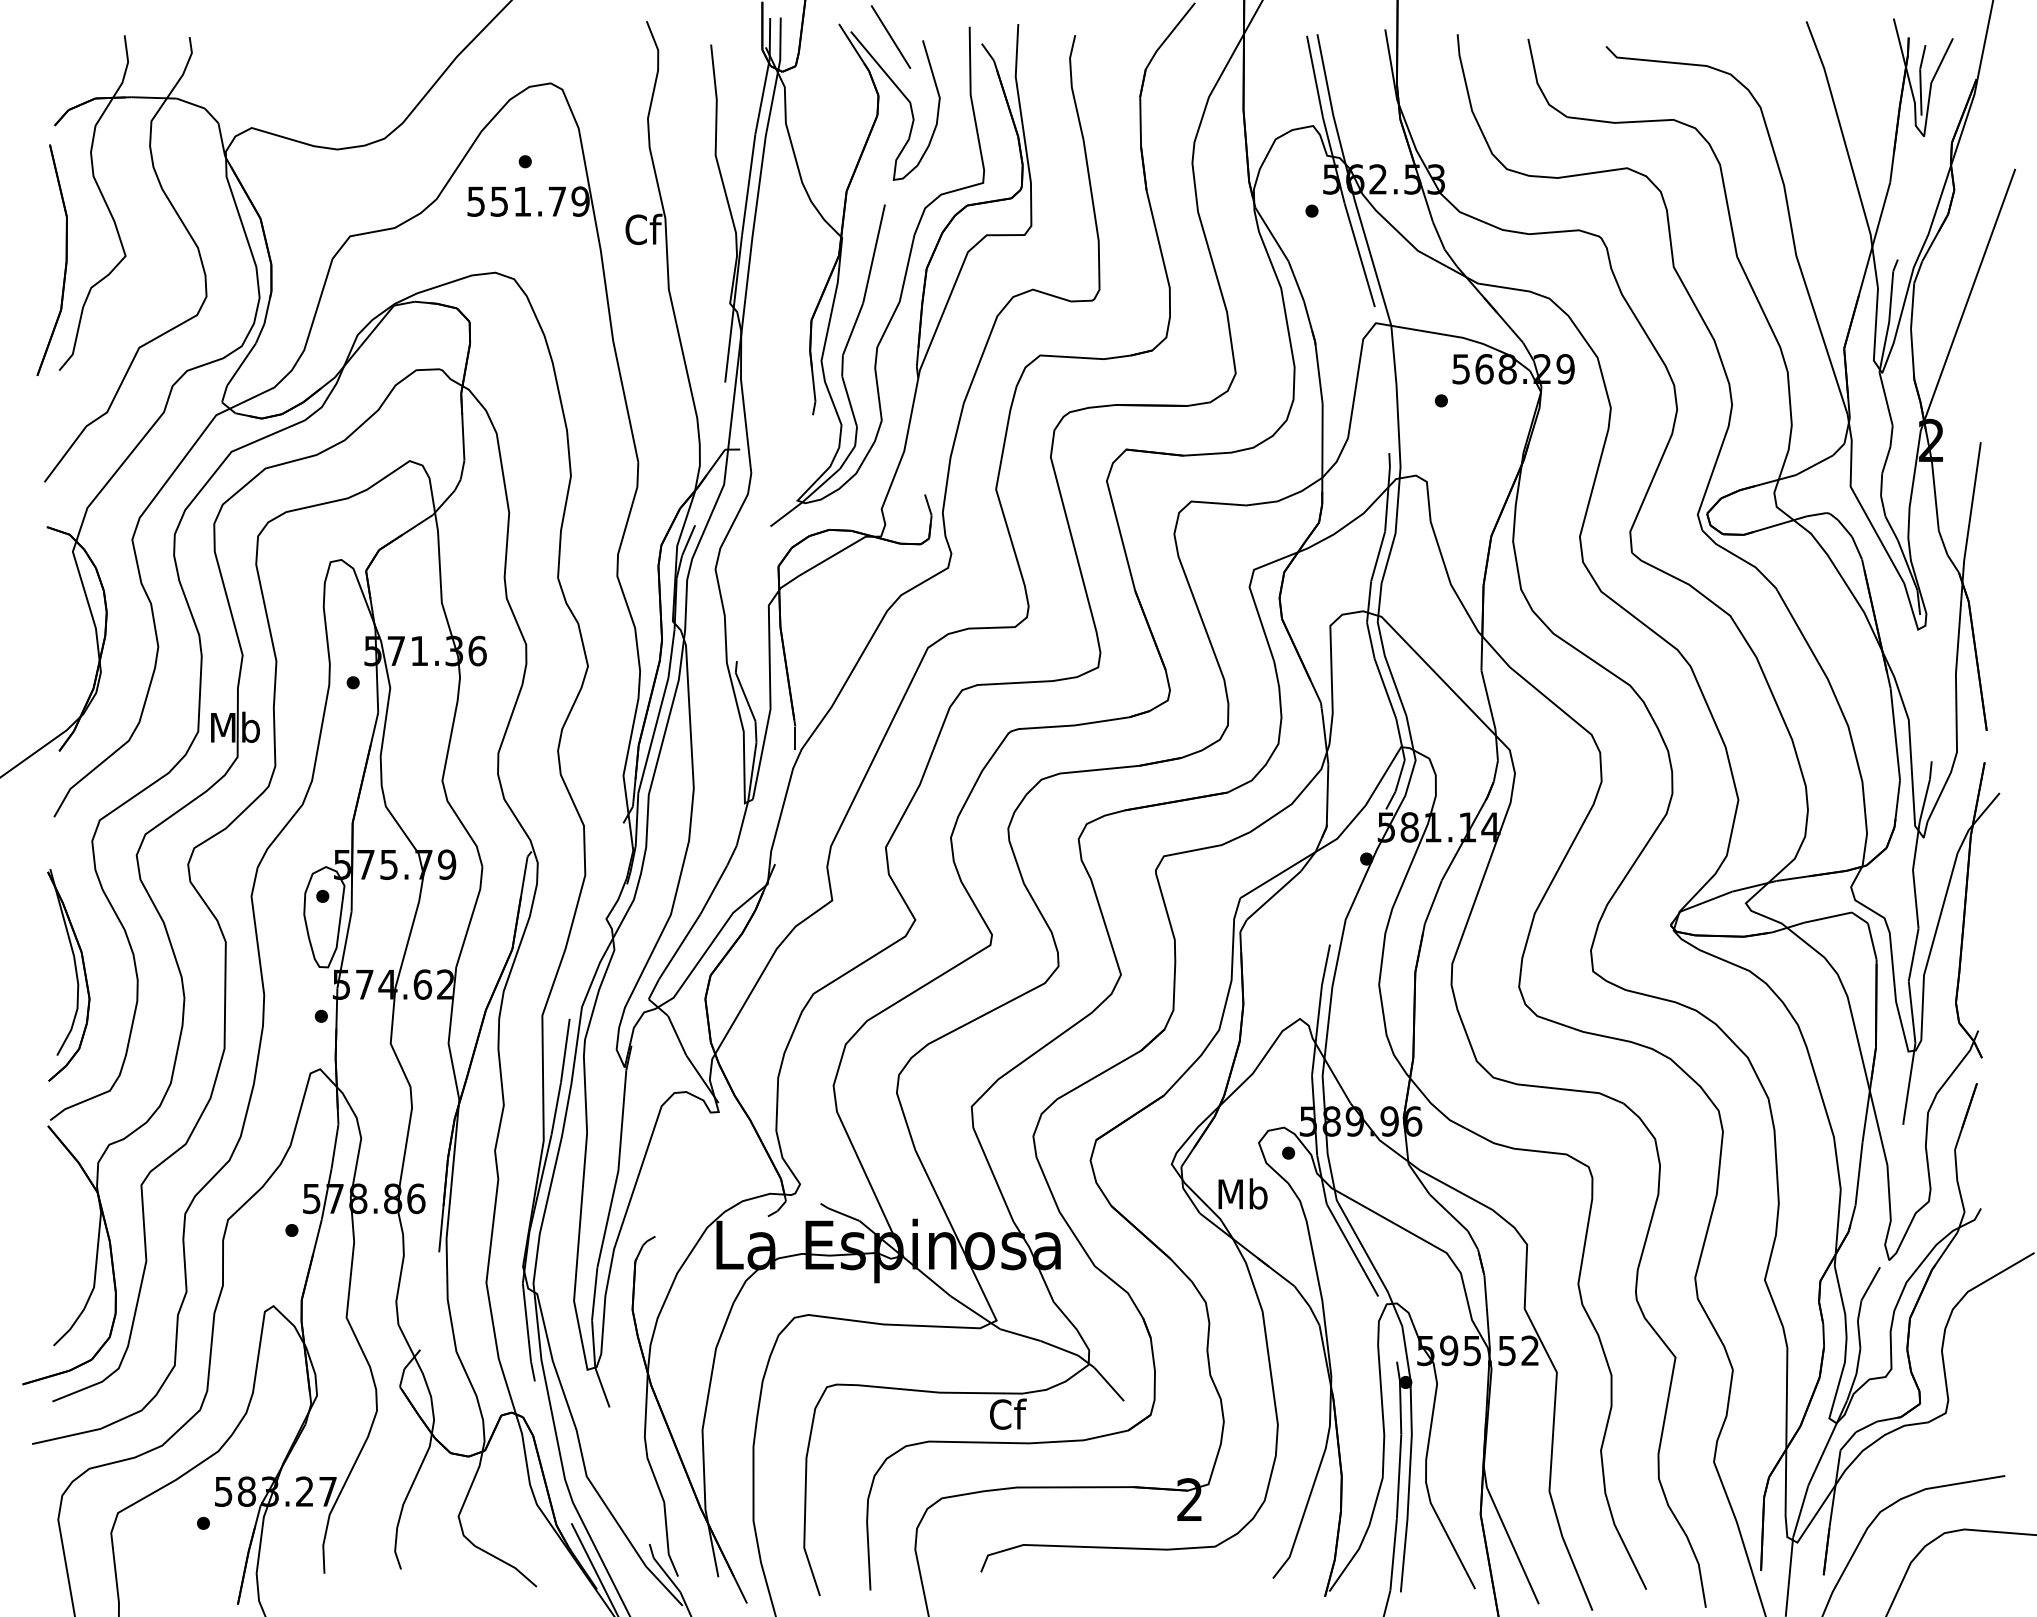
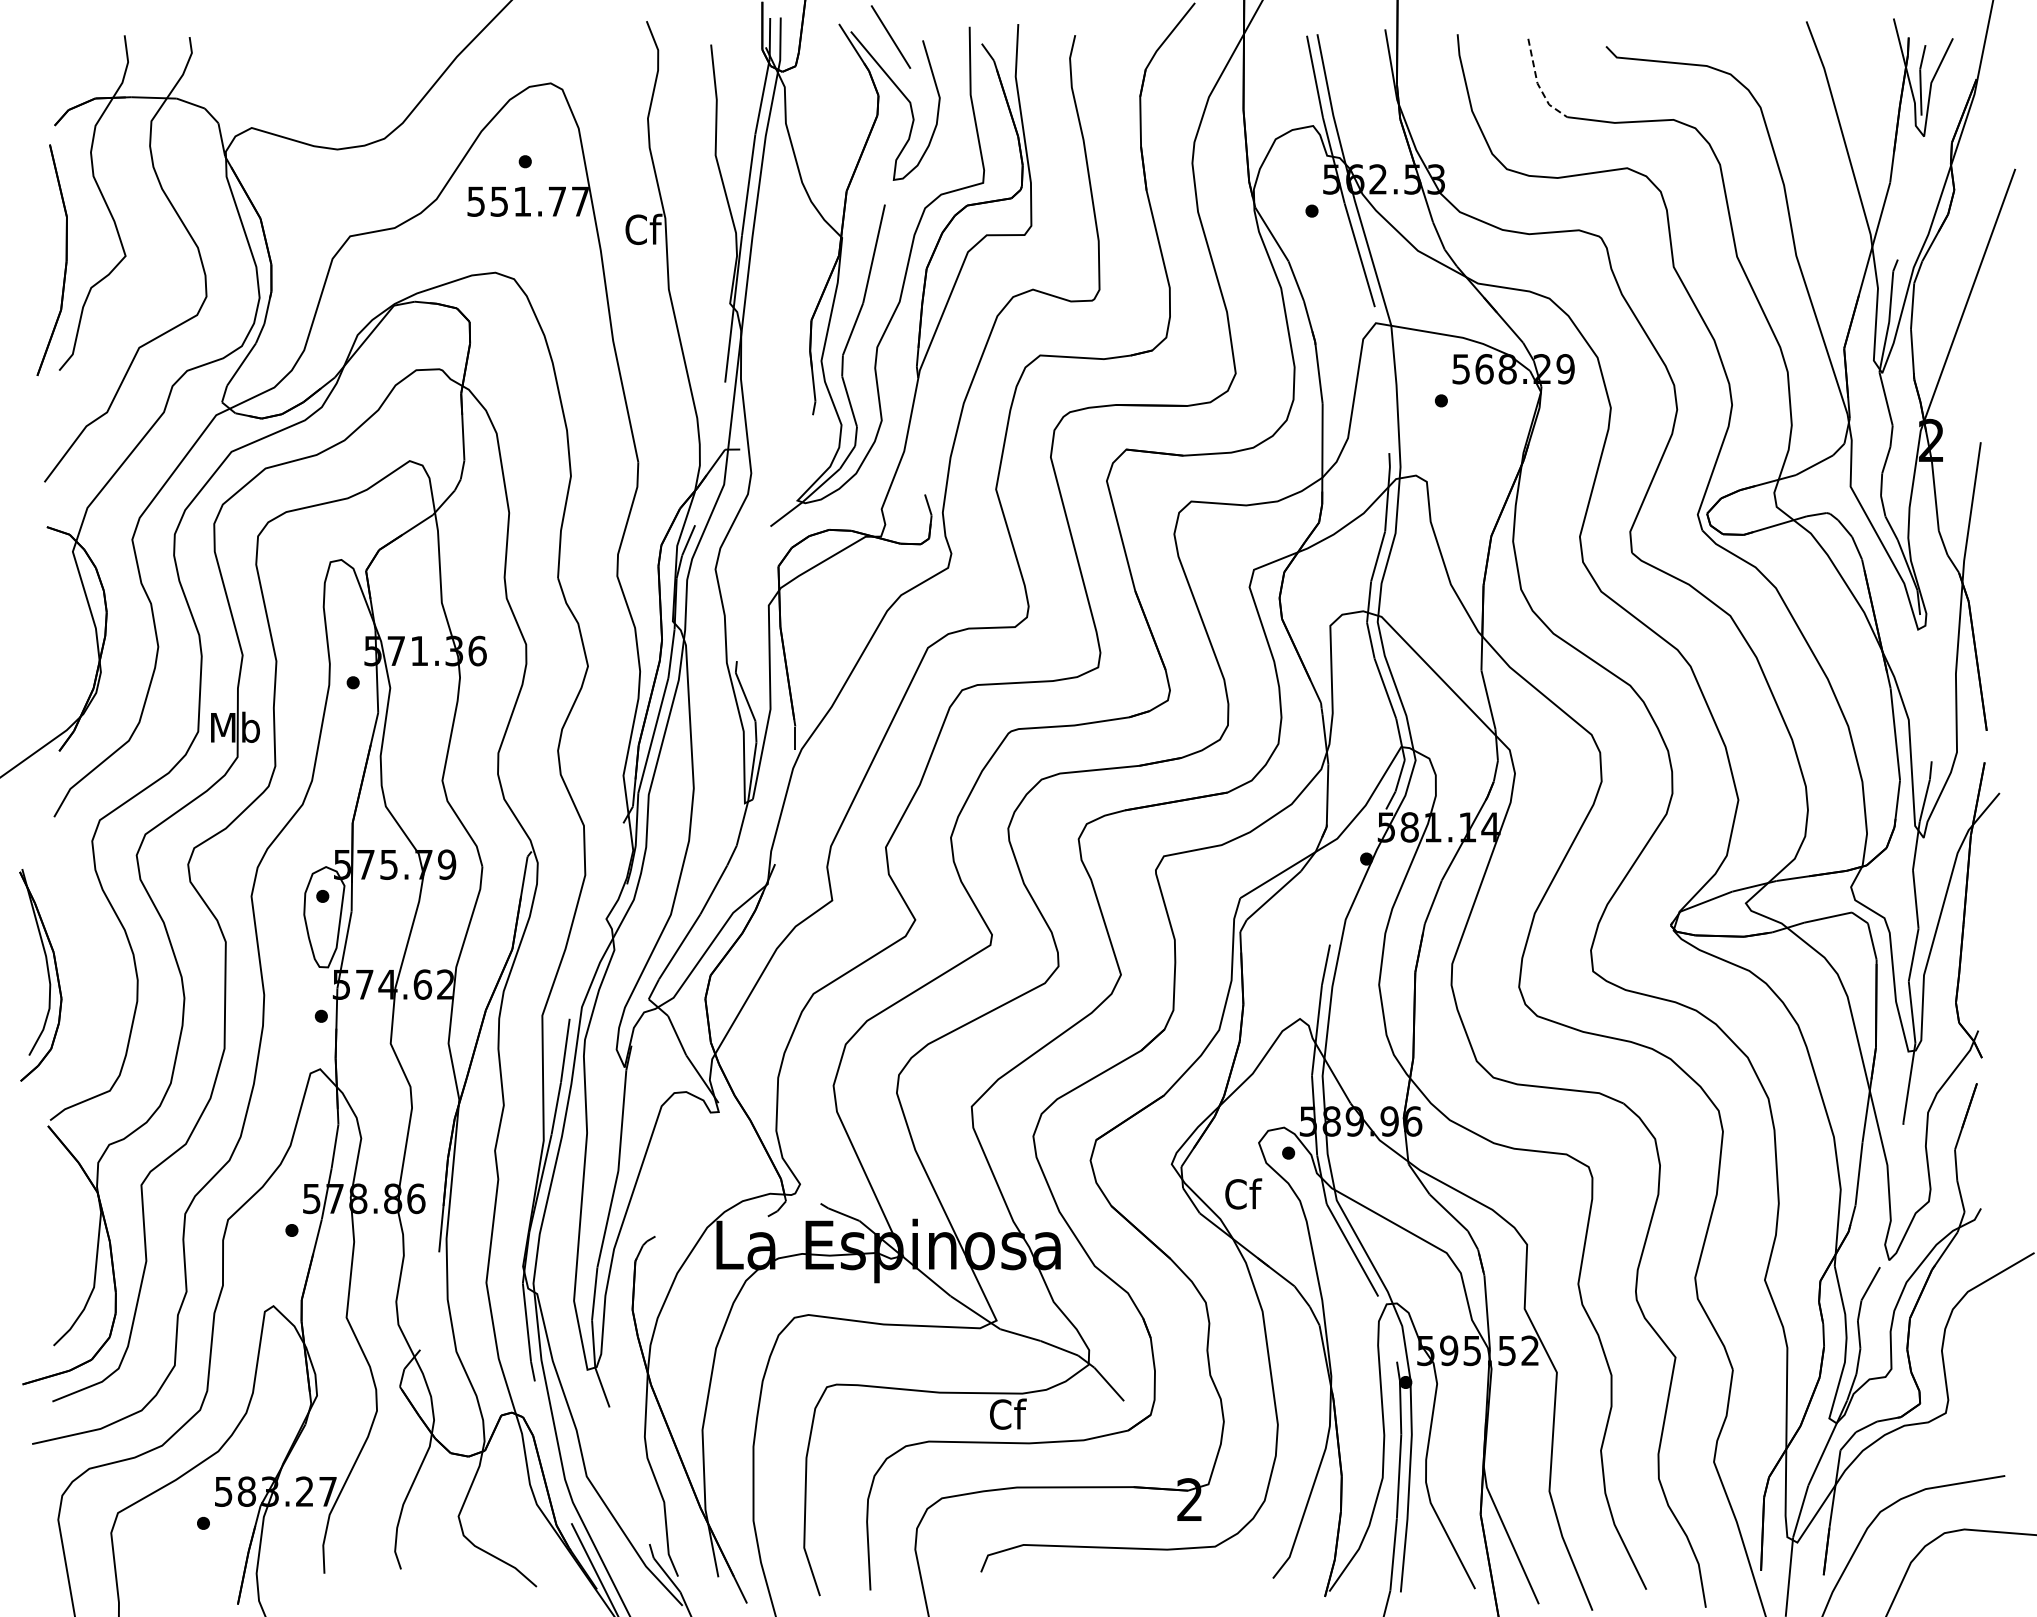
line at (1537, 84): solid -> dashed
text at (580, 201): 551.79 -> 551.77
part at (75, 974) position: (75, 974) -> (47, 974)
text at (1242, 1193): Mb -> Cf
